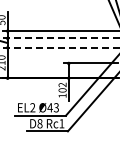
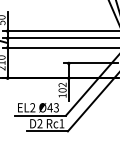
line at (61, 38): dashed -> solid
line at (61, 47): dashed -> solid
text at (39, 123): D8 -> D2
